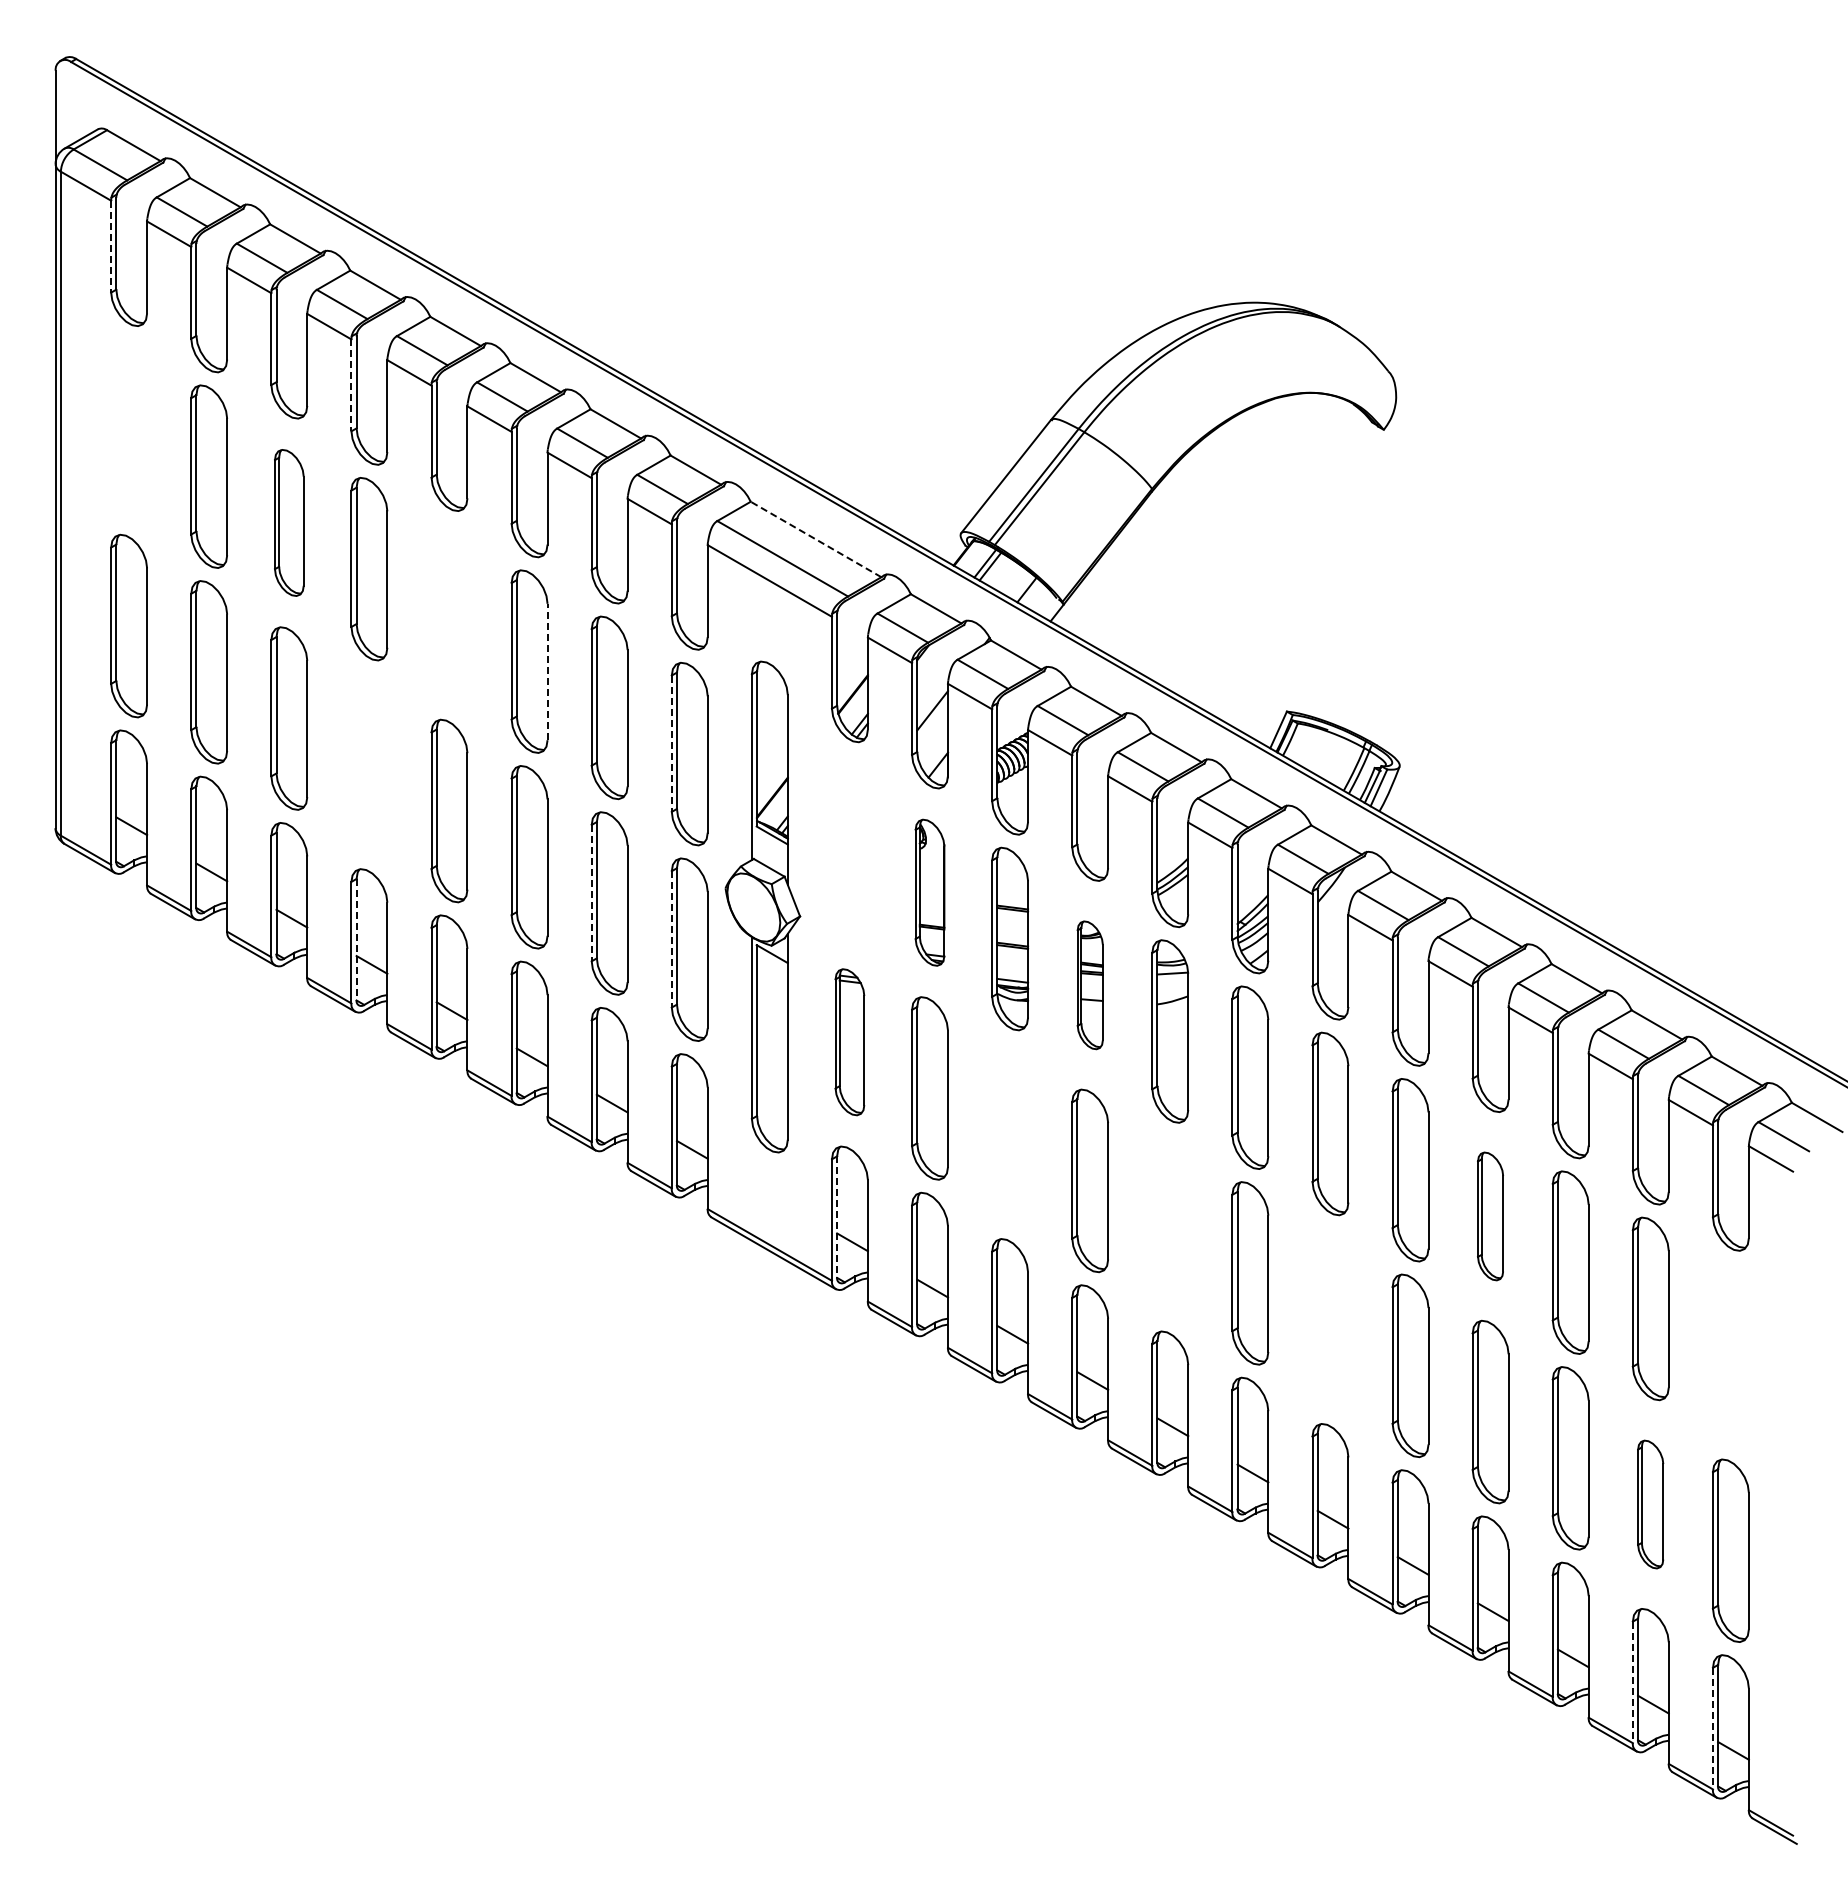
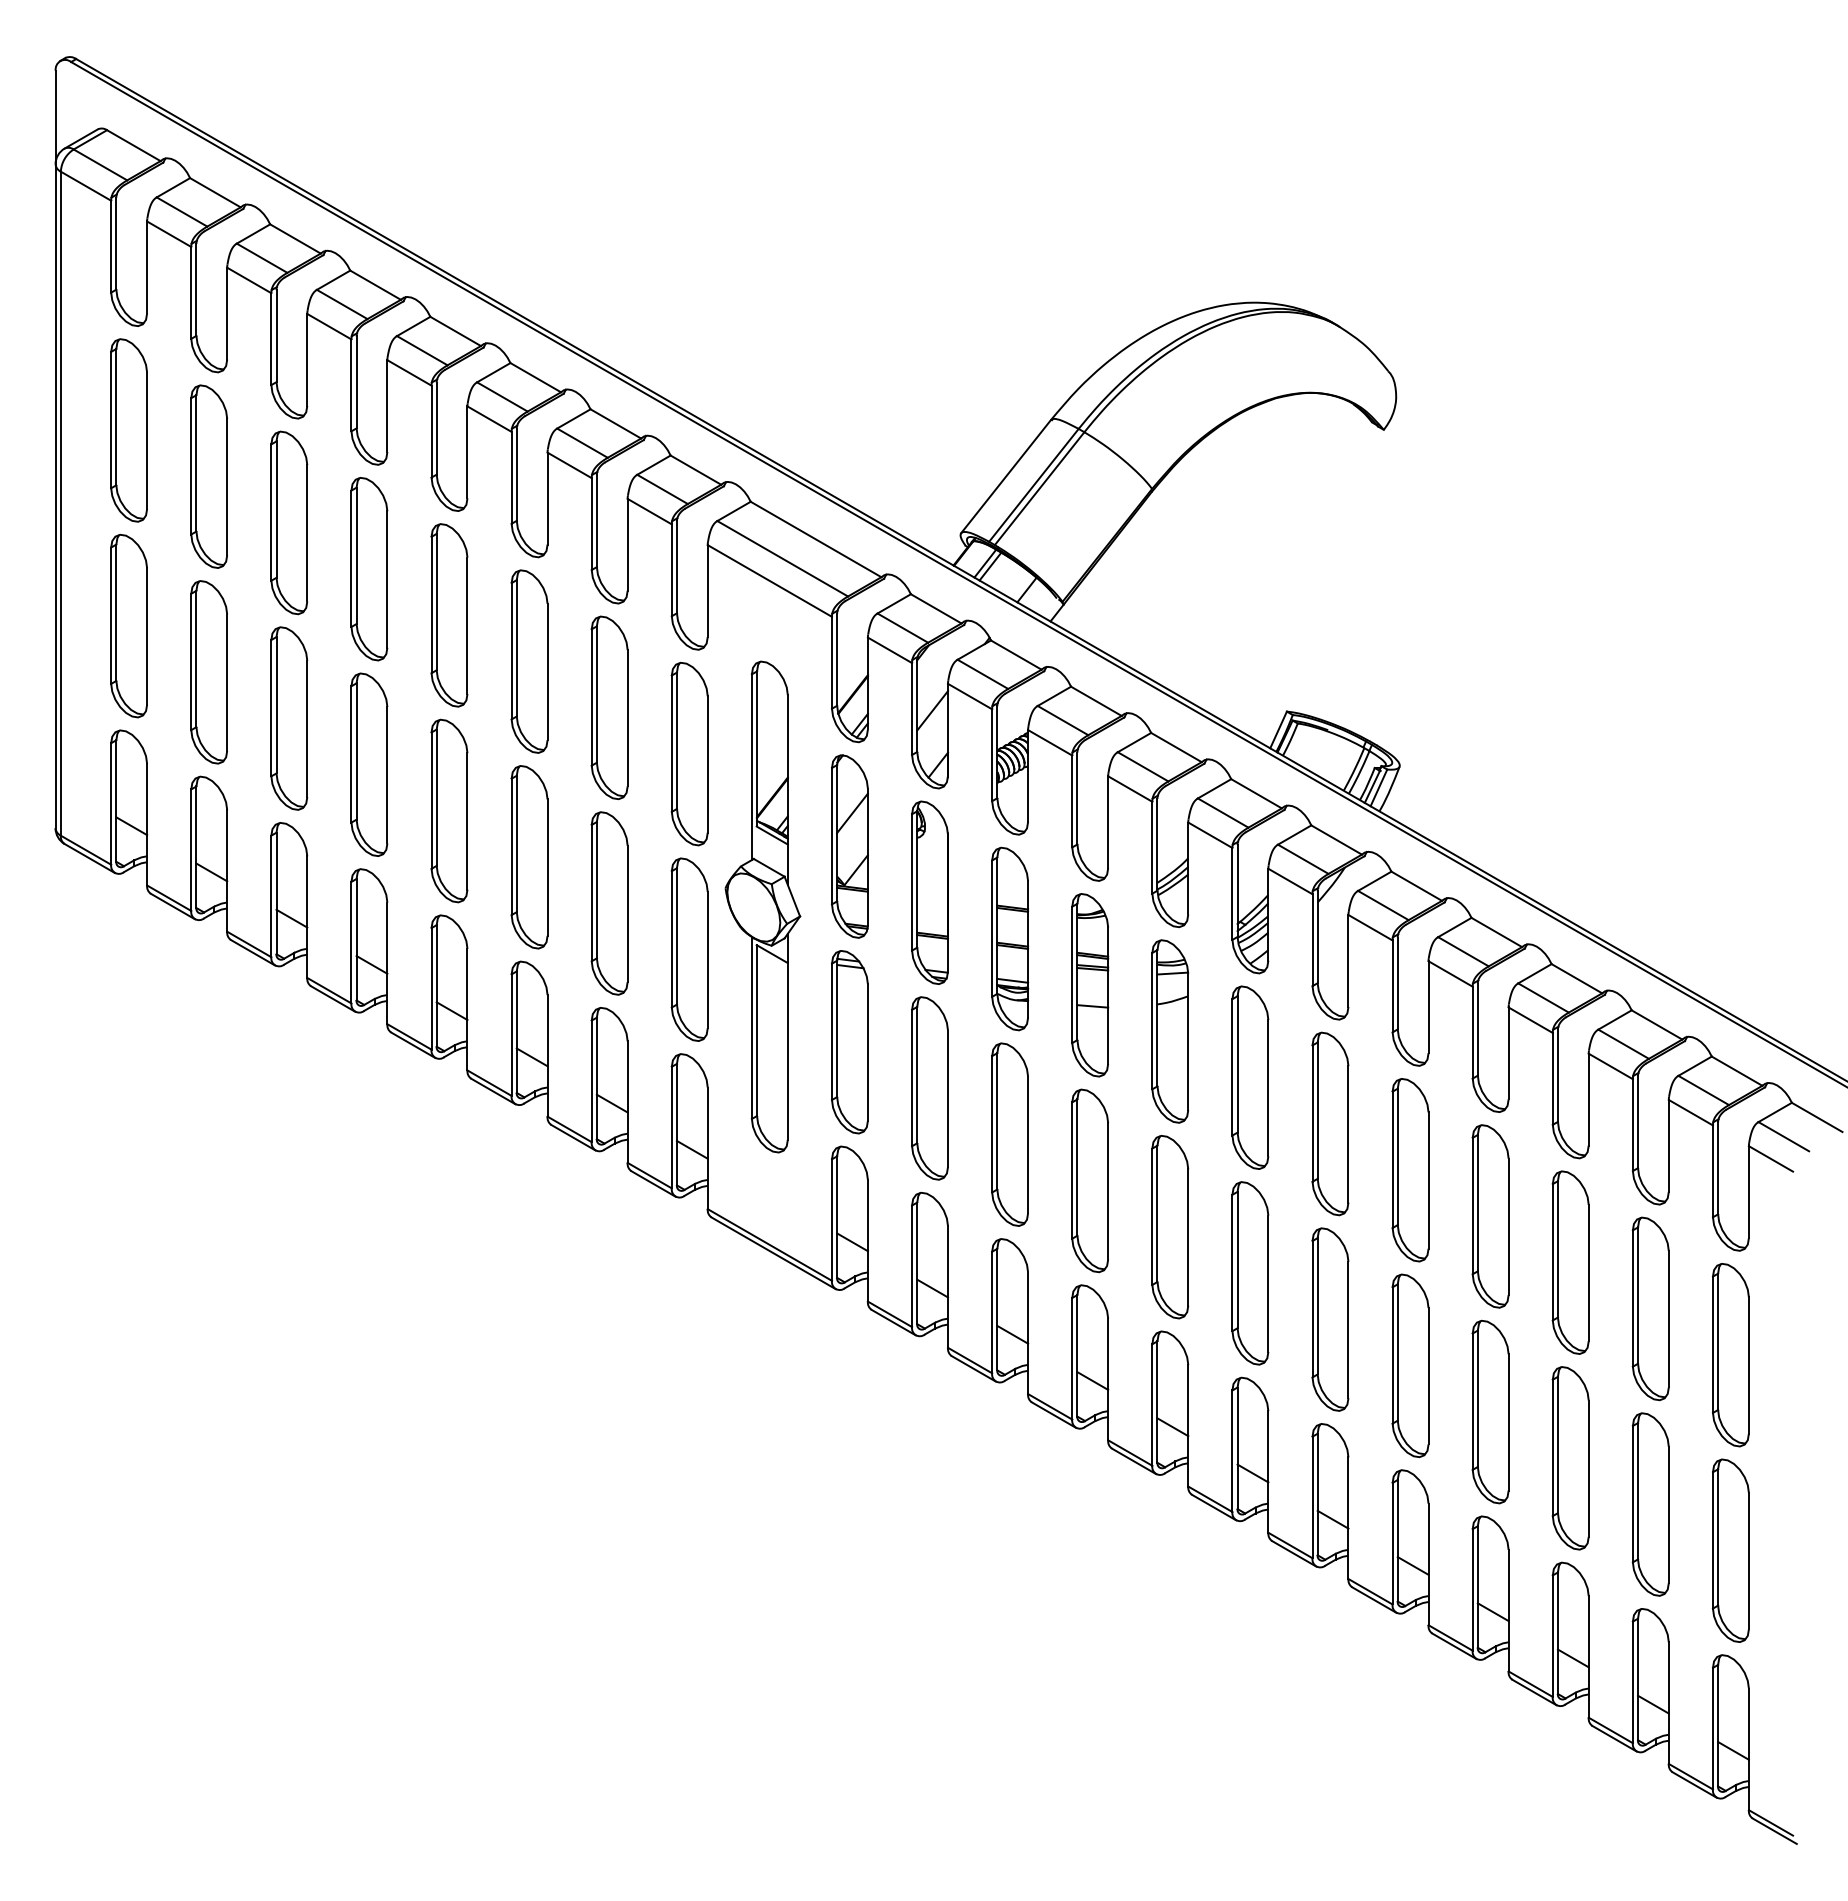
line at (111, 246): dashed -> solid
line at (351, 385): dashed -> solid
part at (128, 430): none -> present
part at (289, 522) size: 31x148 px -> 39x186 px
line at (815, 539): dashed -> solid
part at (449, 615): none -> present
line at (547, 671): dashed -> solid
line at (671, 744): dashed -> solid
part at (369, 764): none -> present
part at (849, 846): none -> present
part at (929, 892) size: 32x149 px -> 38x185 px
line at (591, 893): dashed -> solid
line at (356, 939): dashed -> solid
line at (671, 939): dashed -> solid
part at (1089, 985) size: 28x131 px -> 39x185 px
part at (849, 1042) size: 32x149 px -> 38x185 px
part at (1009, 1134): none -> present
part at (1490, 1216) size: 27x131 px -> 39x185 px
line at (837, 1217): dashed -> solid
part at (1170, 1227): none -> present
part at (1330, 1319): none -> present
part at (1730, 1355): none -> present
part at (1650, 1504) size: 28x131 px -> 39x185 px
line at (1632, 1682): dashed -> solid
line at (1712, 1728): dashed -> solid
